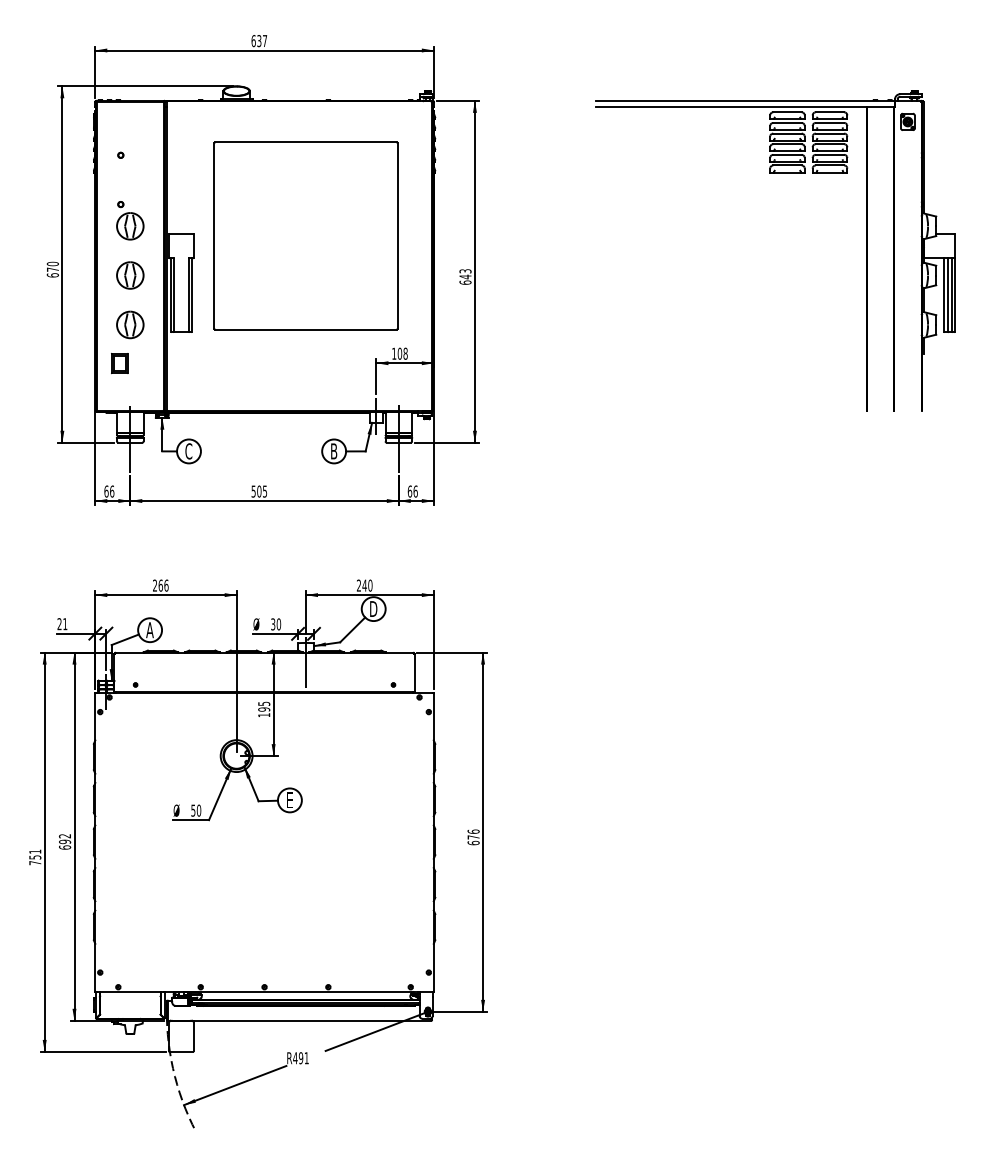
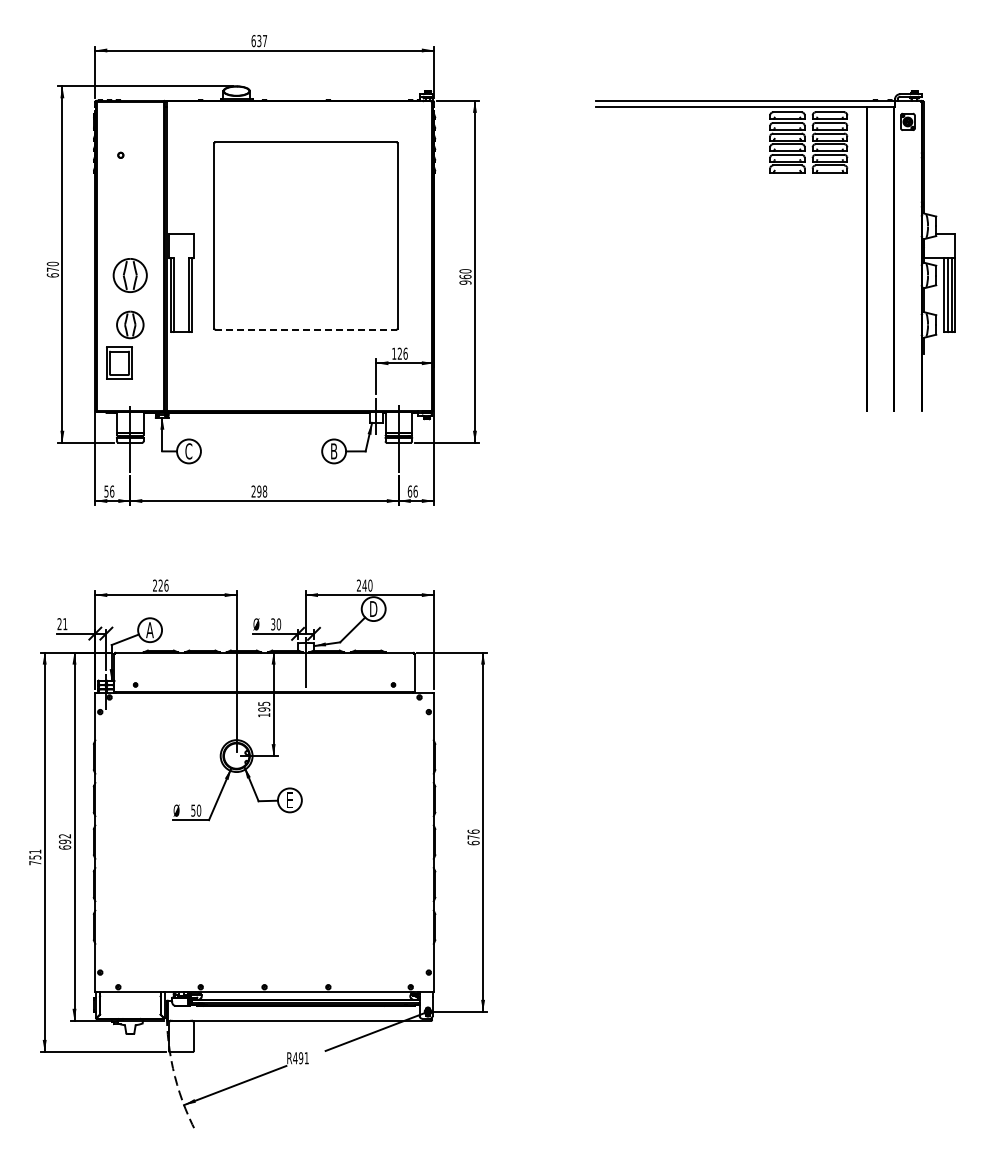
part at (130, 220): present -> none
part at (130, 275) size: 29x29 px -> 36x35 px
text at (465, 276): 643 -> 960
line at (305, 329): solid -> dashed
text at (402, 353): 108 -> 126
part at (119, 363) size: 18x22 px -> 27x34 px
text at (106, 491): 66 -> 56
text at (259, 491): 505 -> 298
text at (160, 585): 266 -> 226
